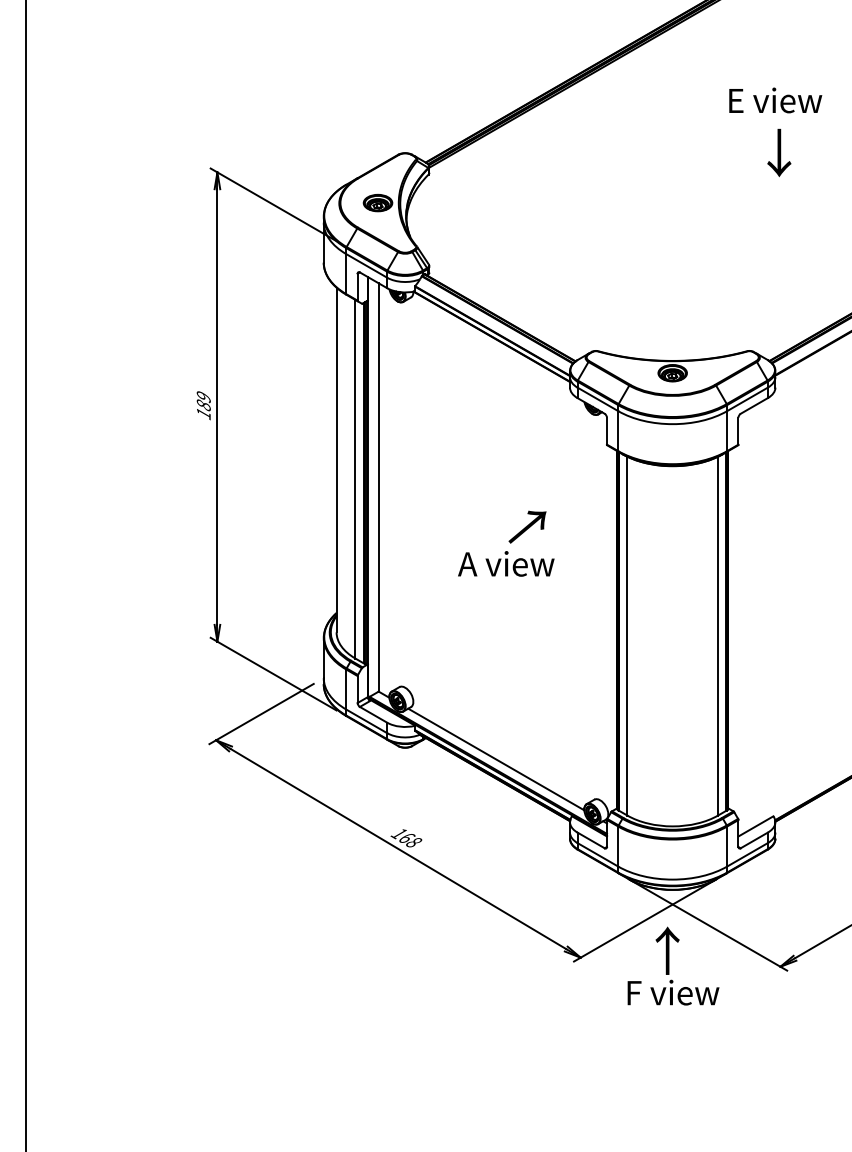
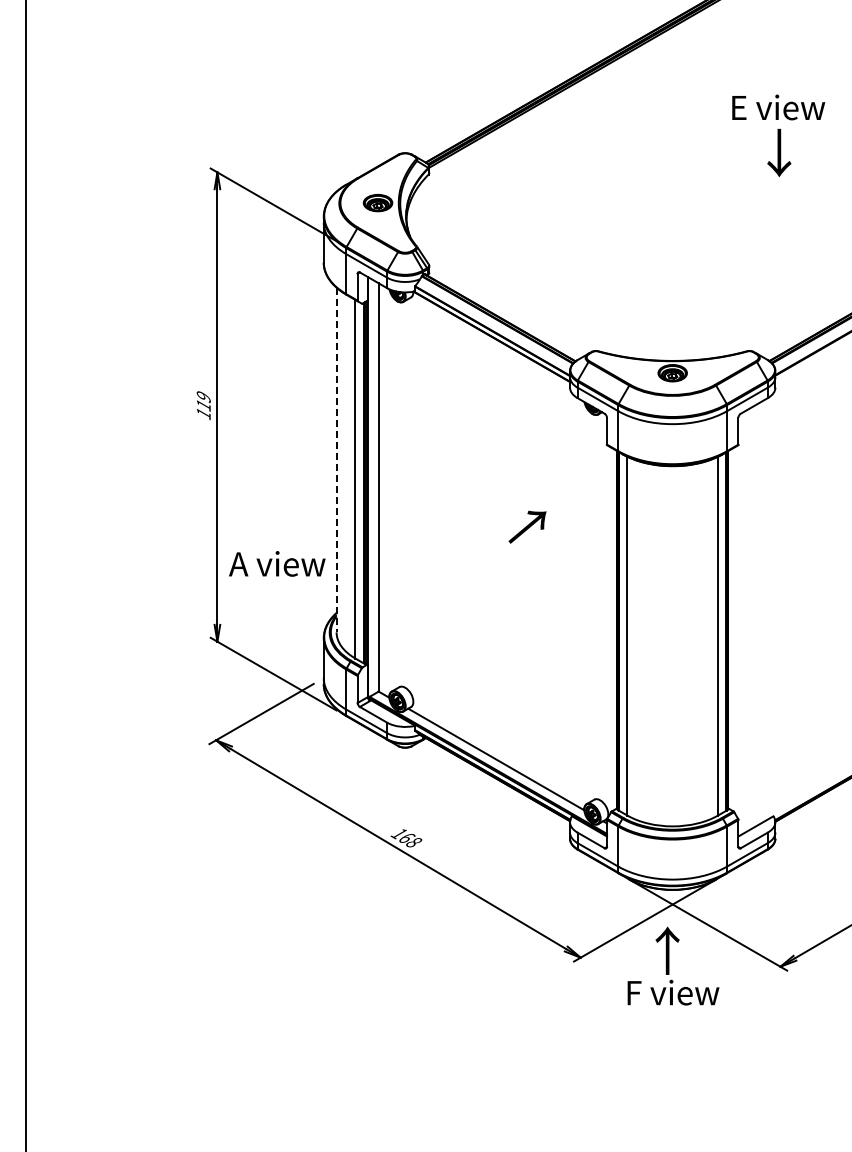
text at (775, 100) position: (775, 100) -> (778, 107)
text at (203, 405): 189 -> 119
line at (336, 460): solid -> dashed
text at (506, 563) position: (506, 563) -> (277, 563)
